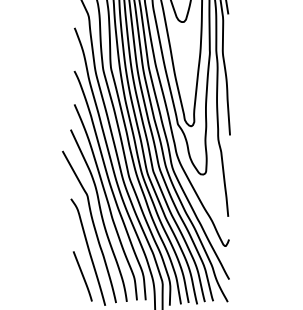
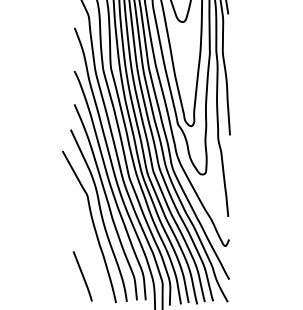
curve at (88, 251): present -> none
